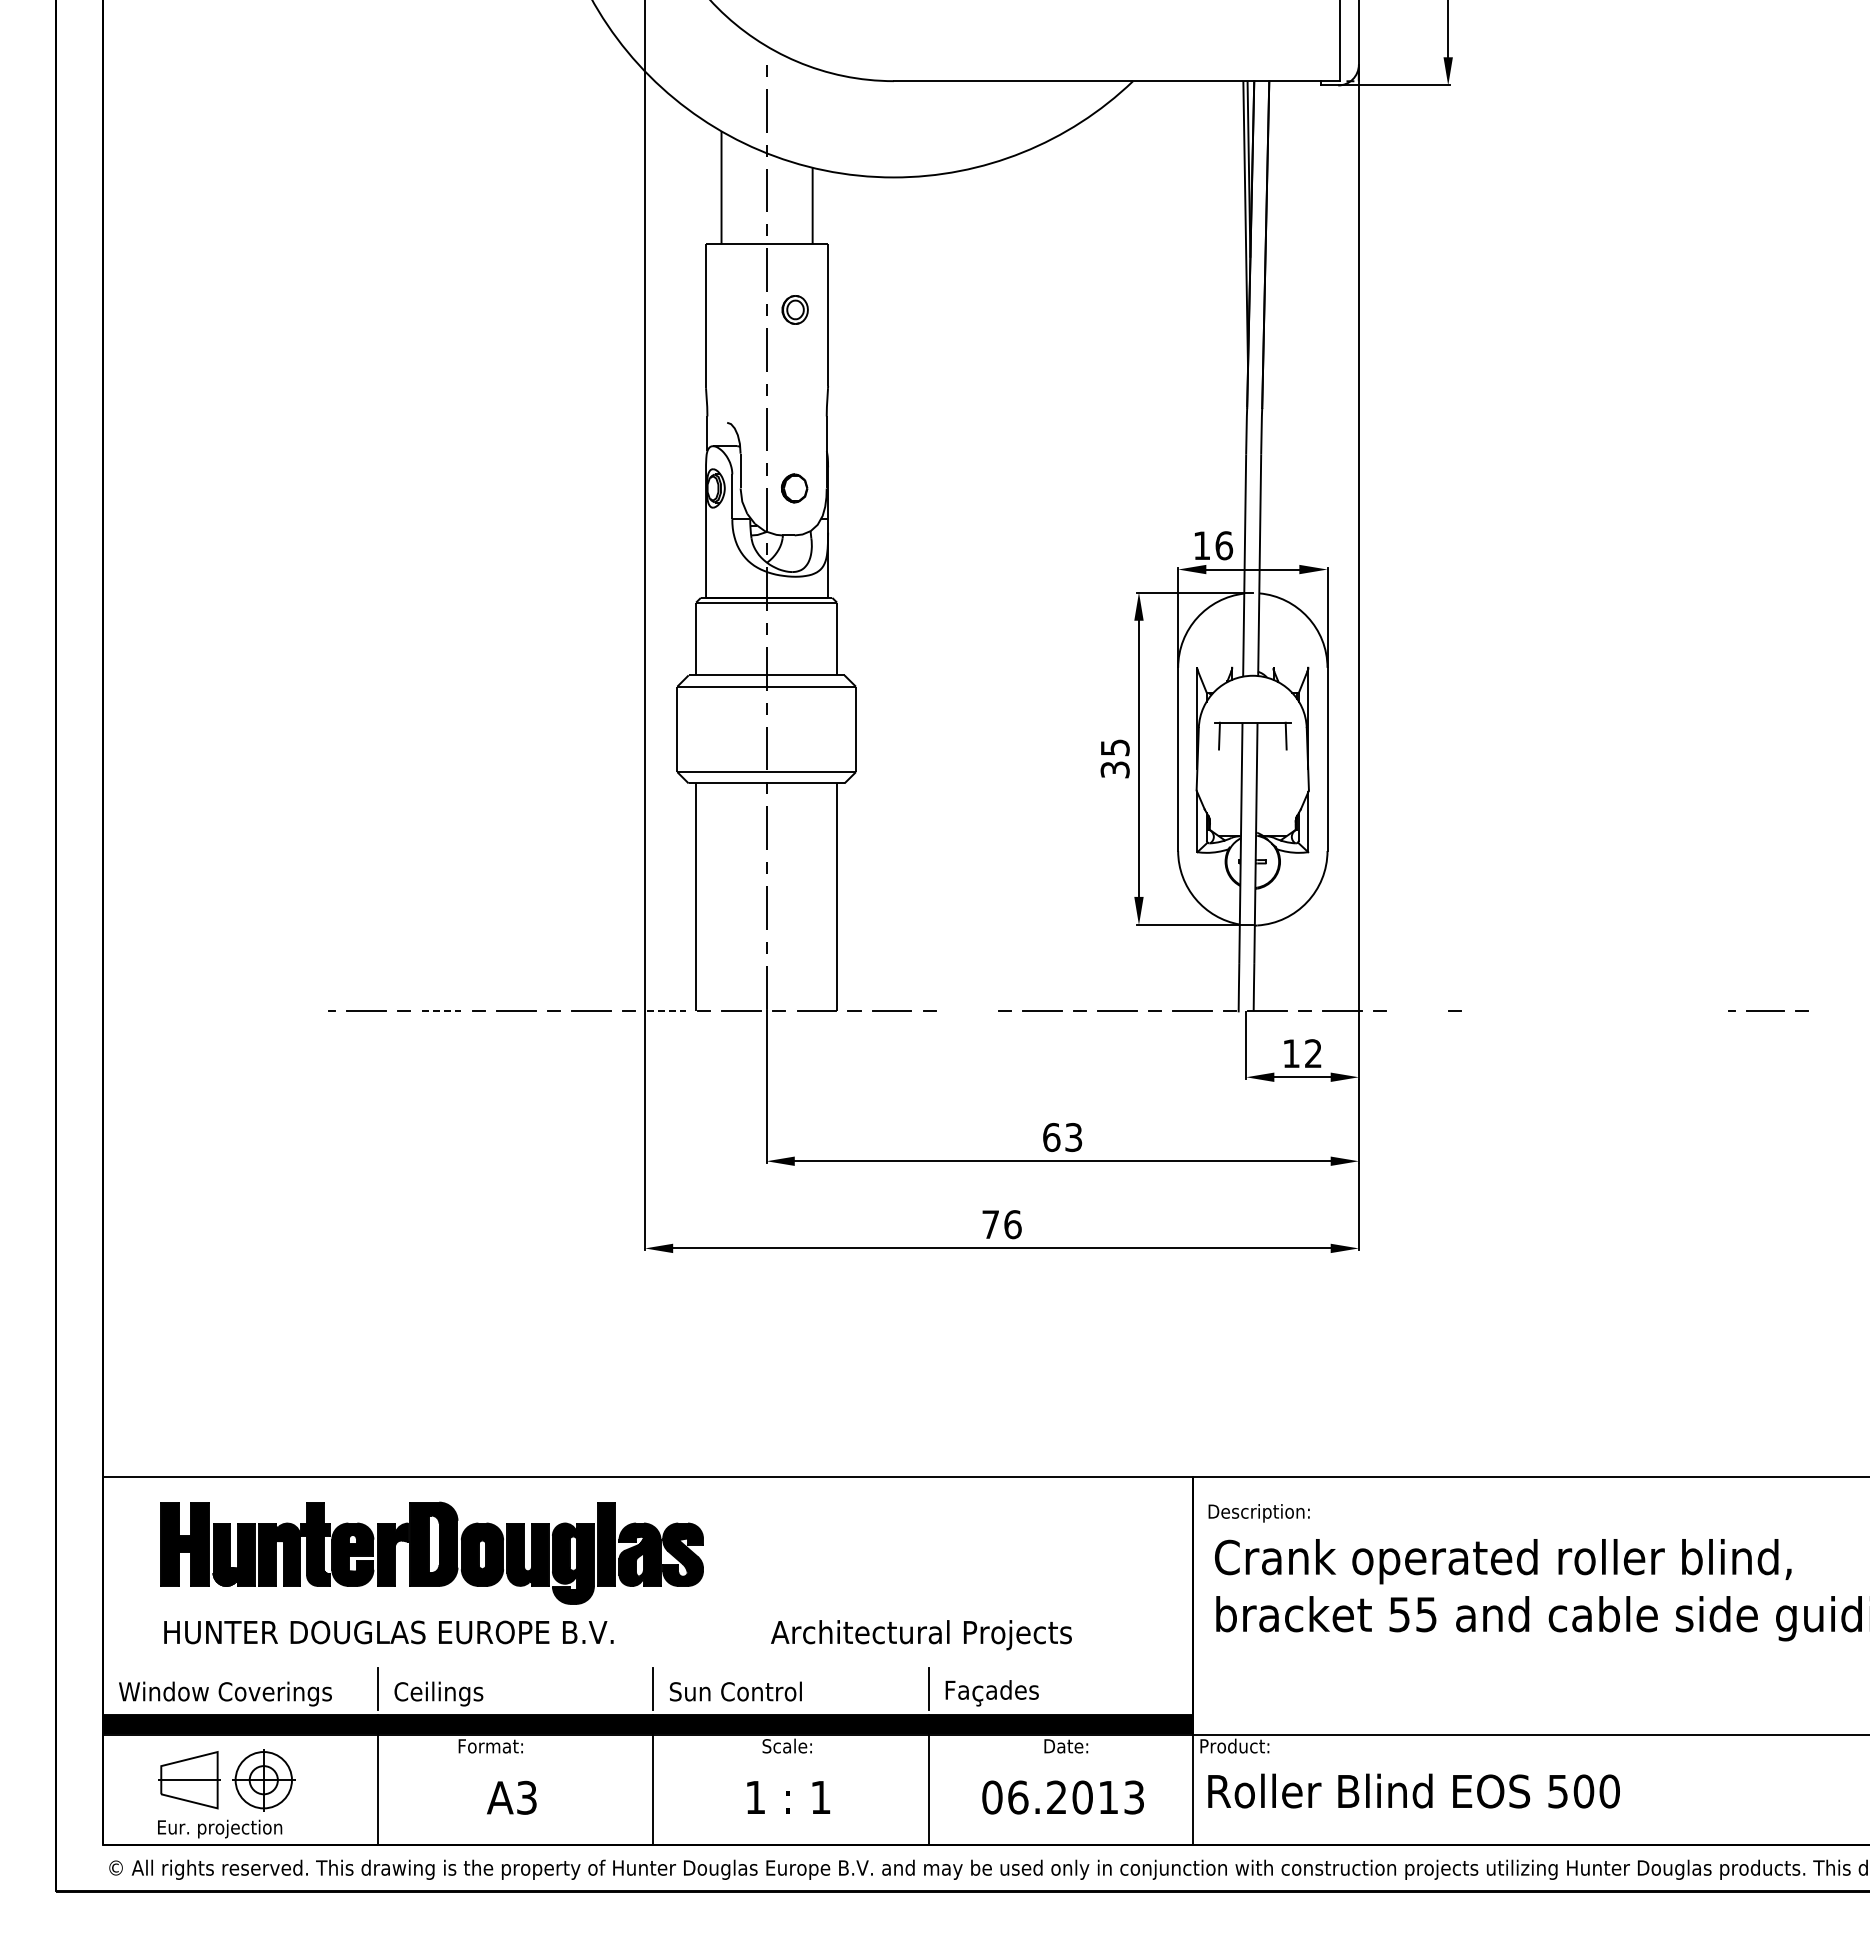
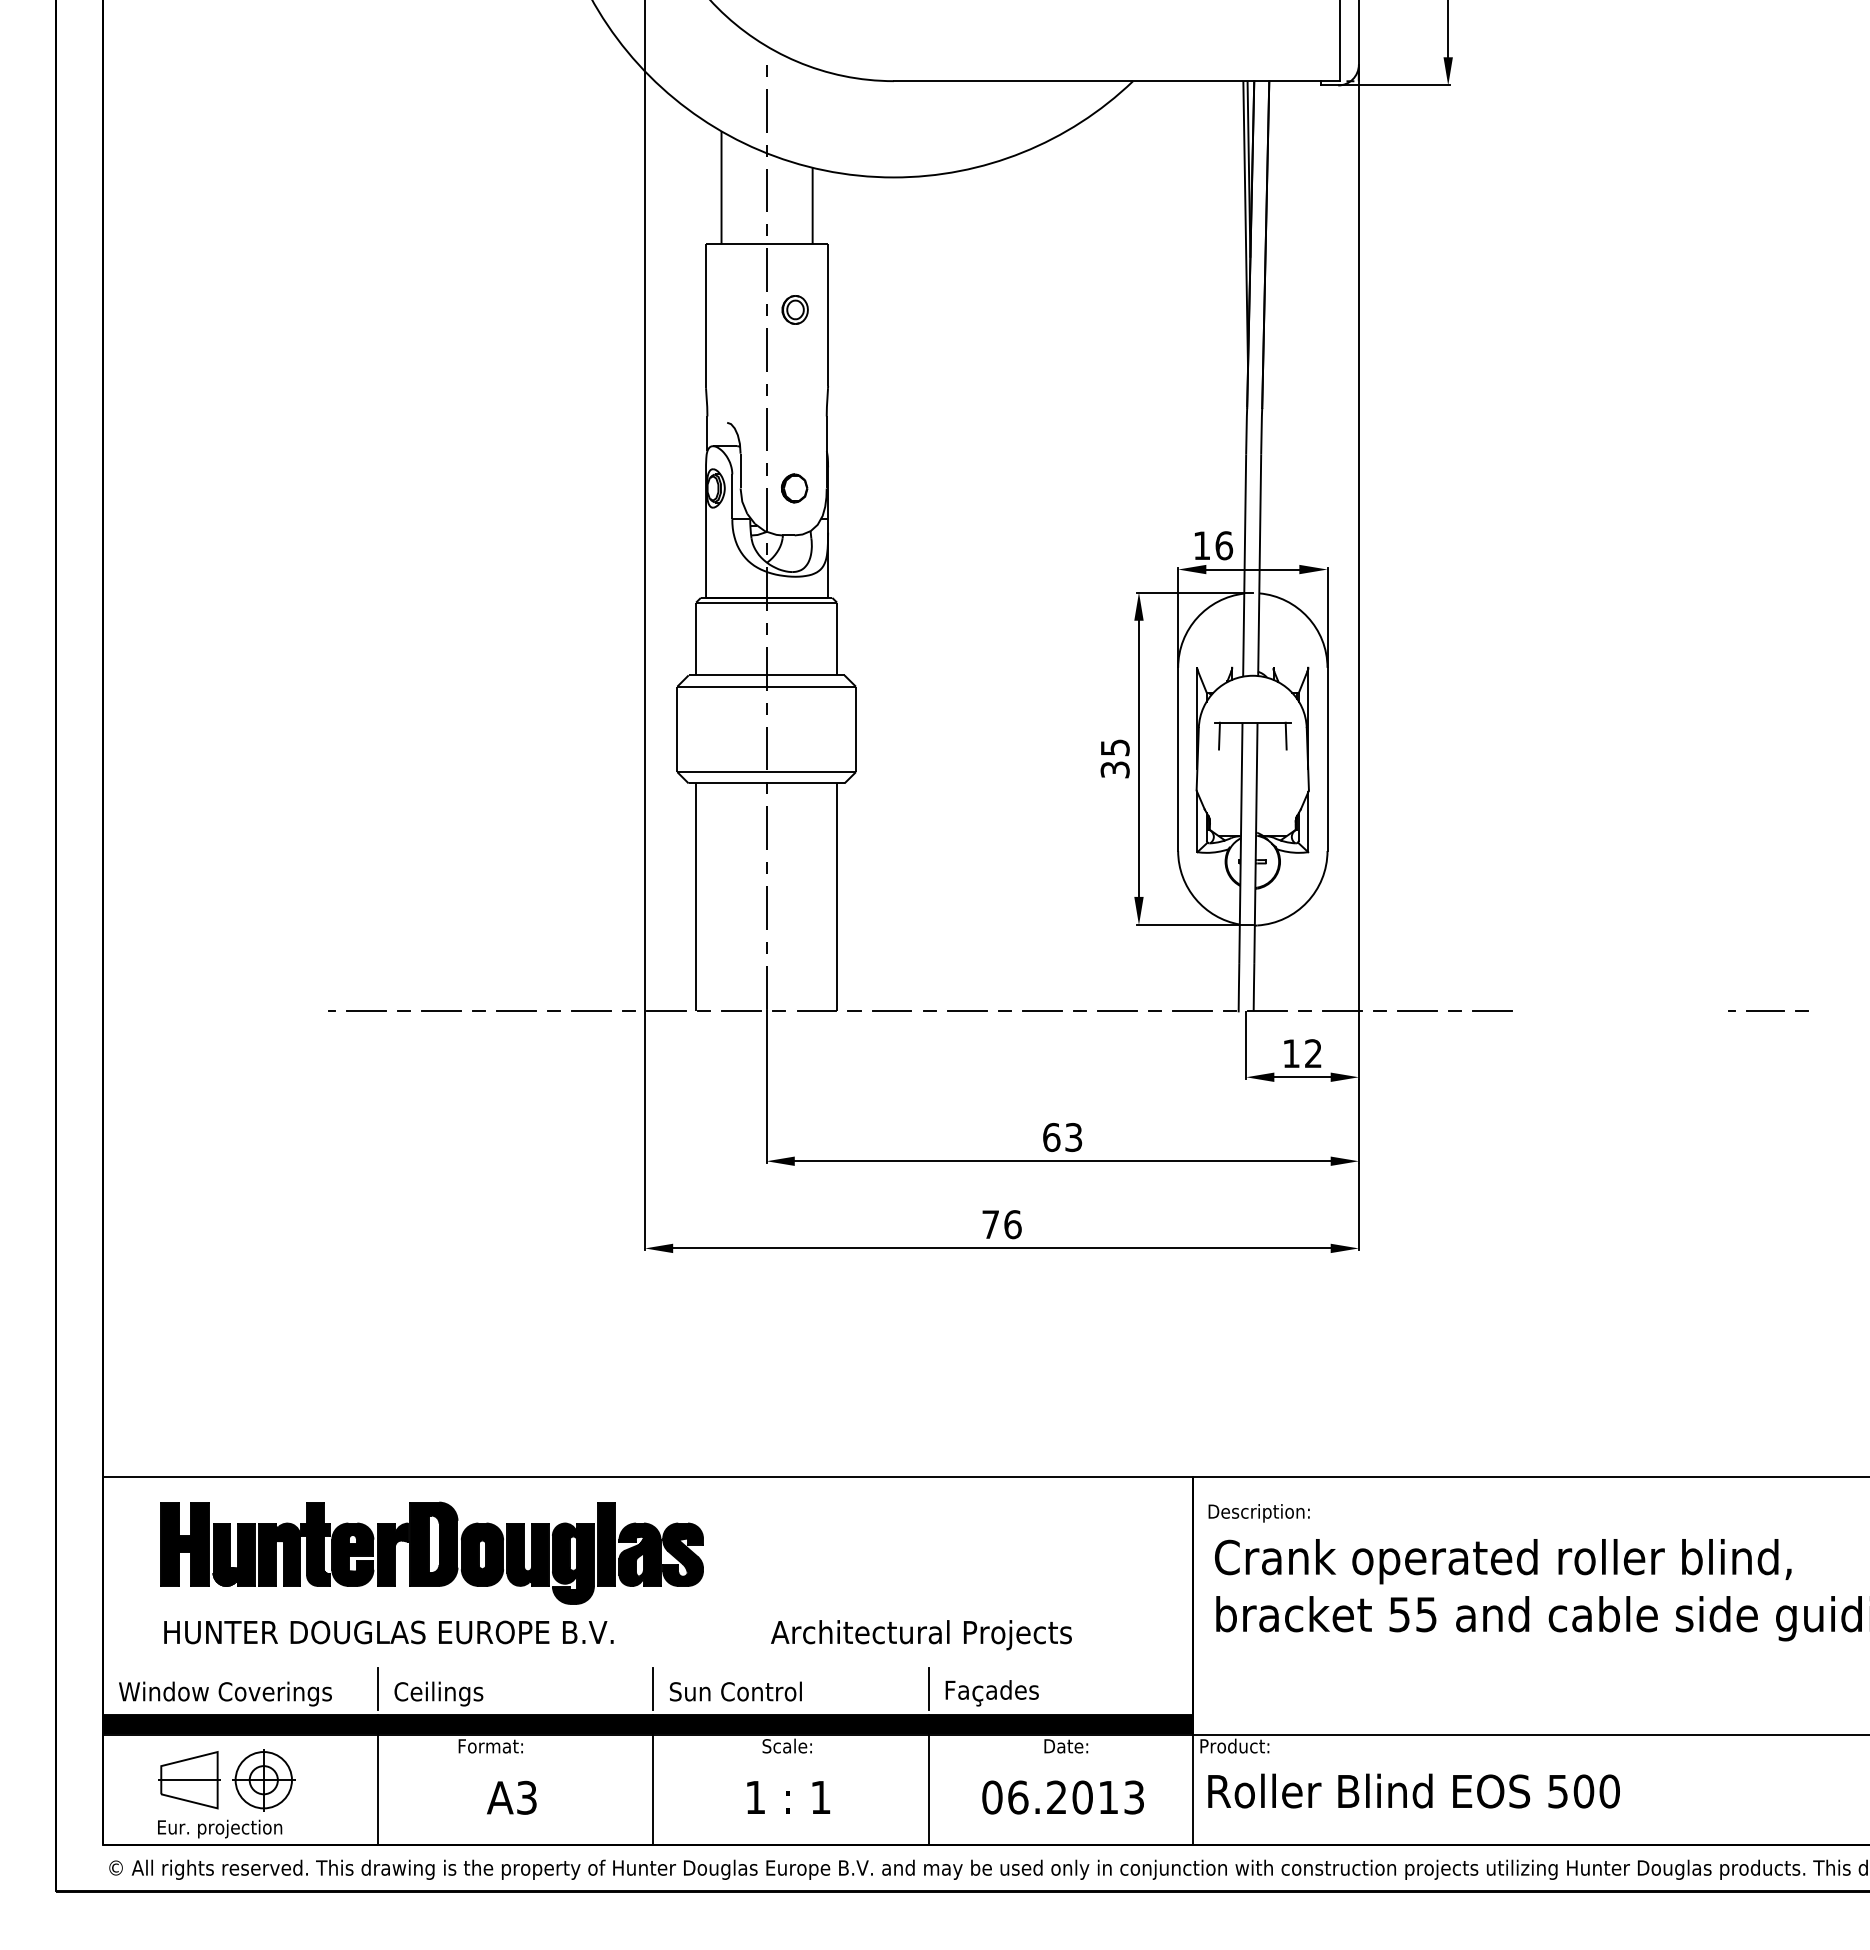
line at (1417, 1010): none -> present
line at (441, 1011): dashed -> solid
line at (667, 1011): dashed -> solid
line at (966, 1011): none -> present
line at (1492, 1011): none -> present
